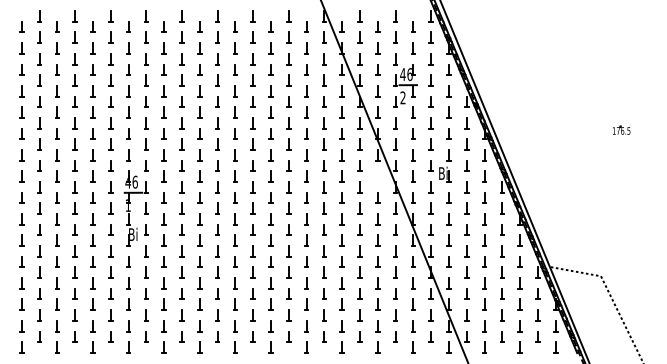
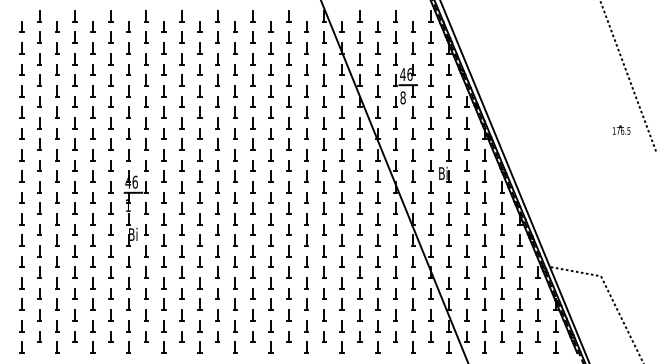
line at (628, 76): none -> present
text at (402, 97): 2 -> 8
part at (377, 176): none -> present
